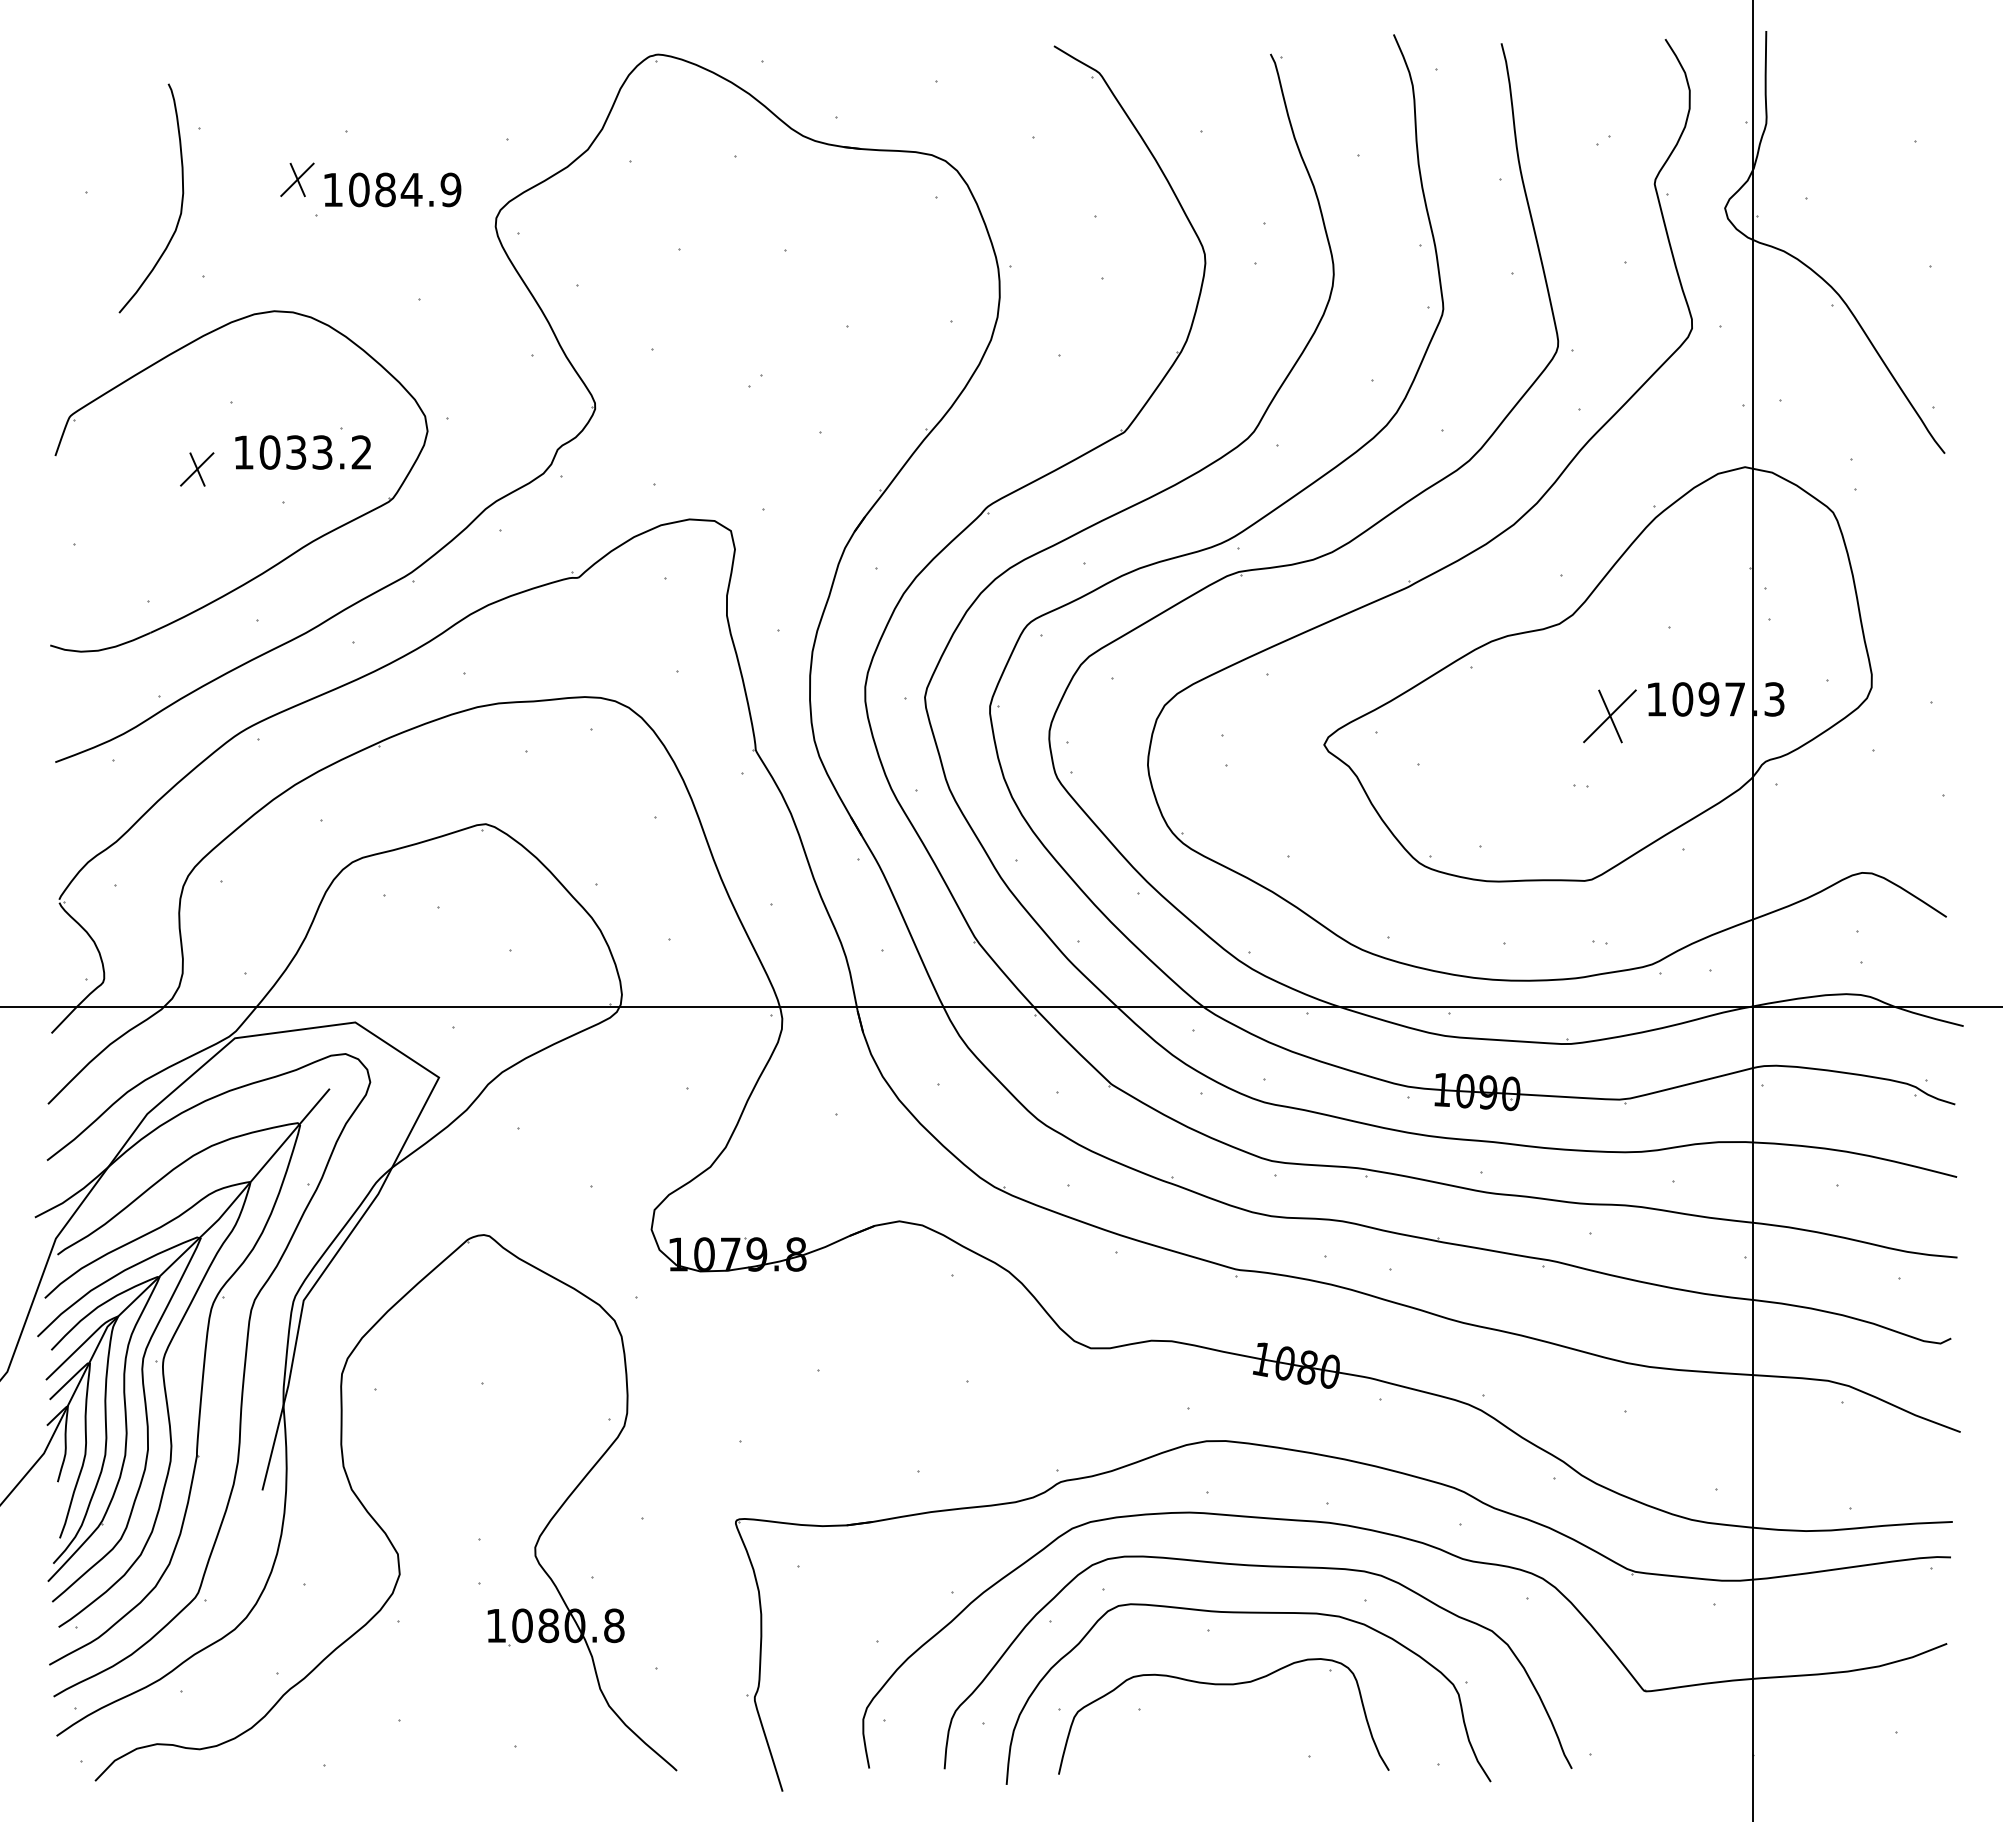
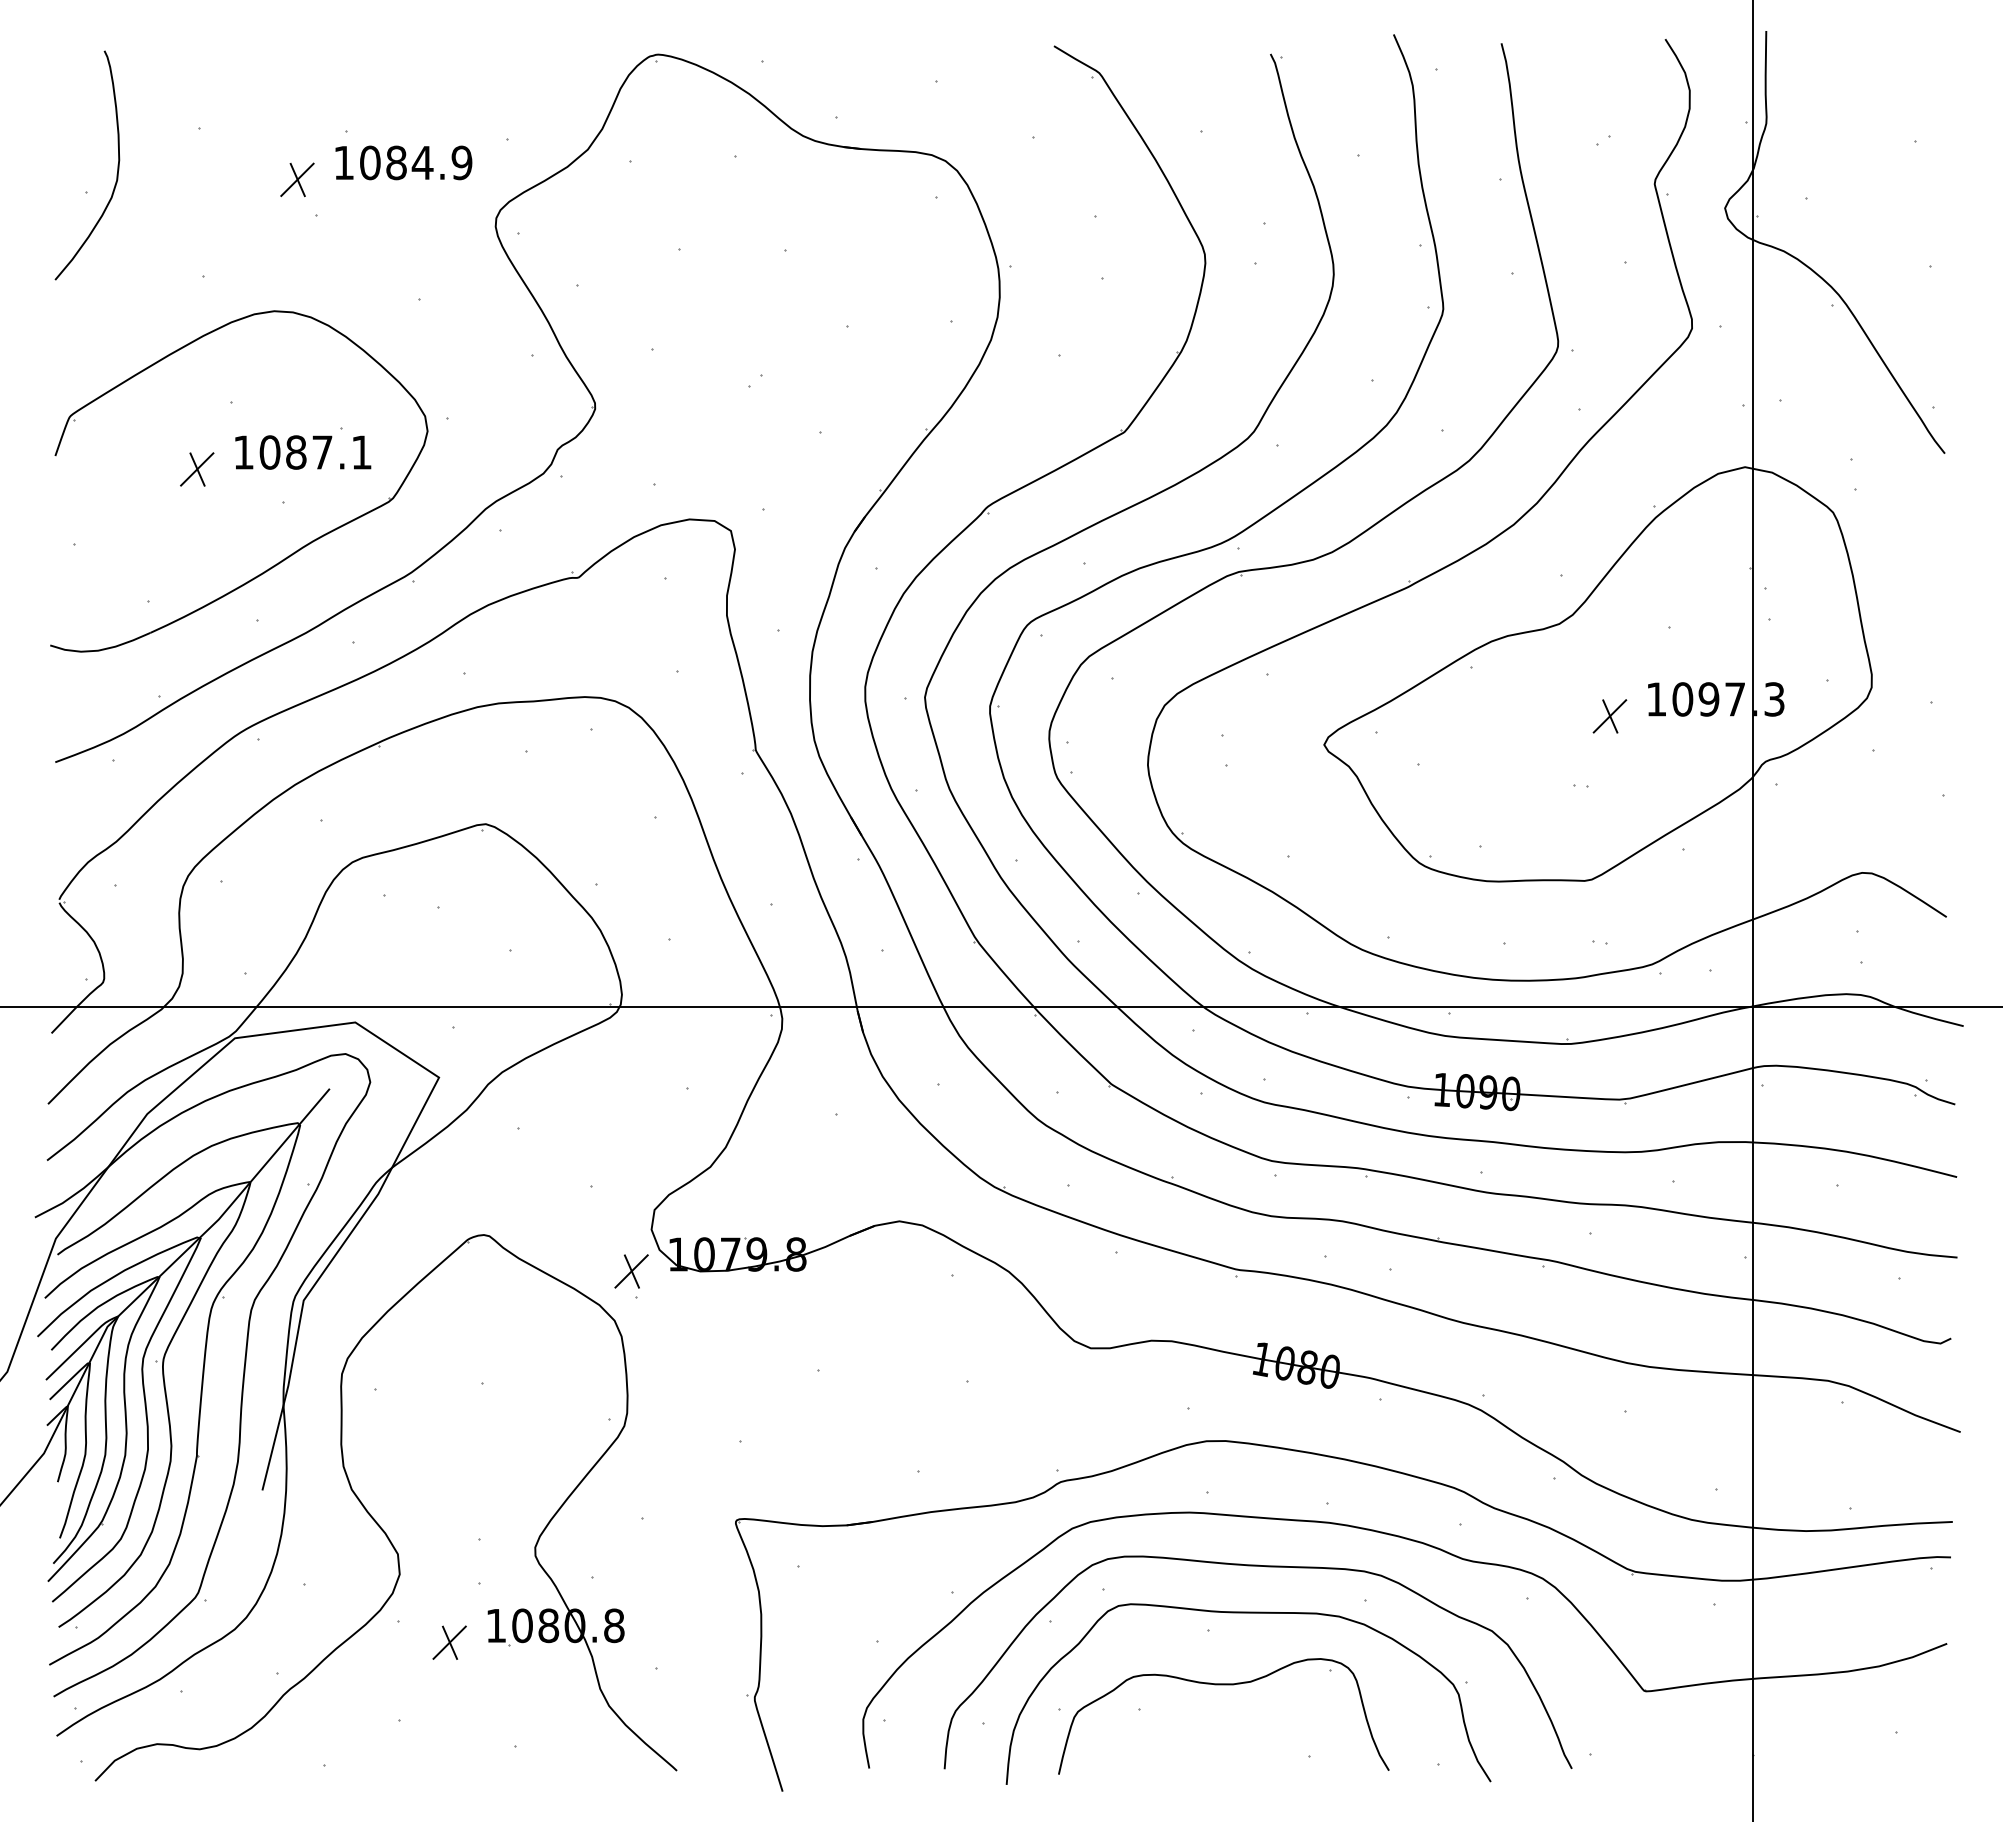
text at (392, 189) position: (392, 189) -> (403, 162)
curve at (181, 198) position: (181, 198) -> (117, 165)
text at (328, 452): 1033.2 -> 1087.1
part at (1609, 716) size: 54x55 px -> 36x35 px
part at (631, 1271): none -> present
part at (449, 1642): none -> present
